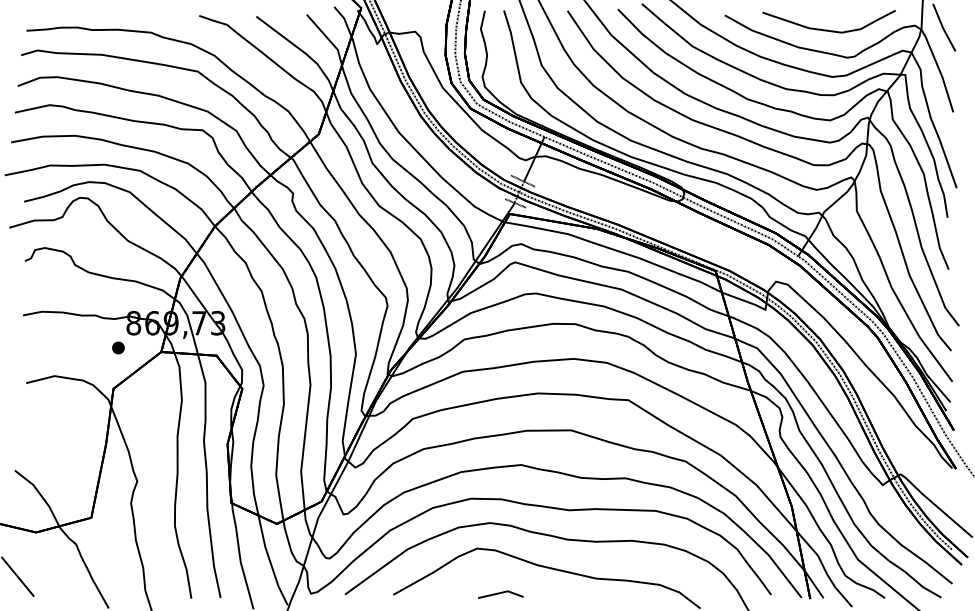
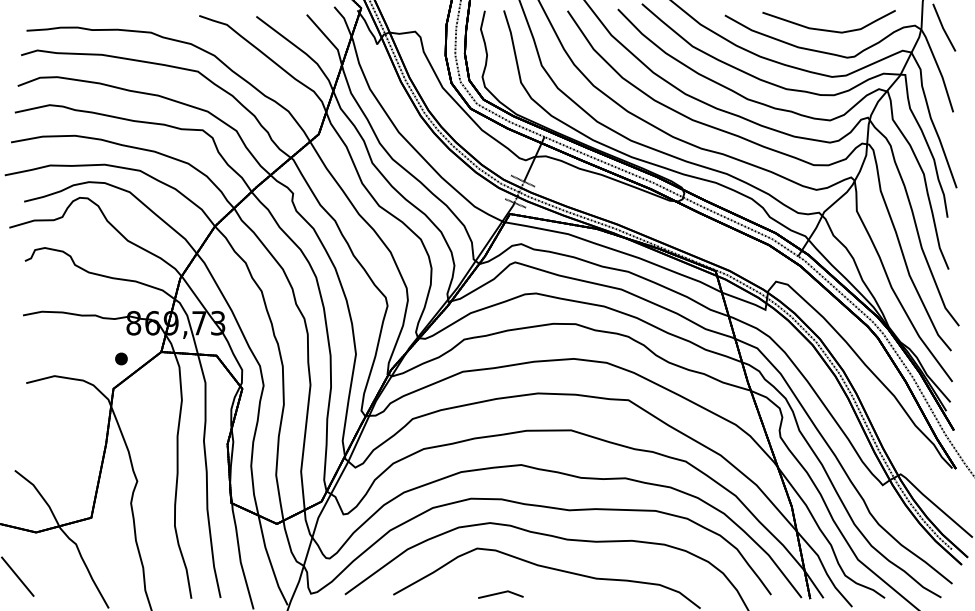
part at (118, 347) position: (118, 347) -> (121, 358)
